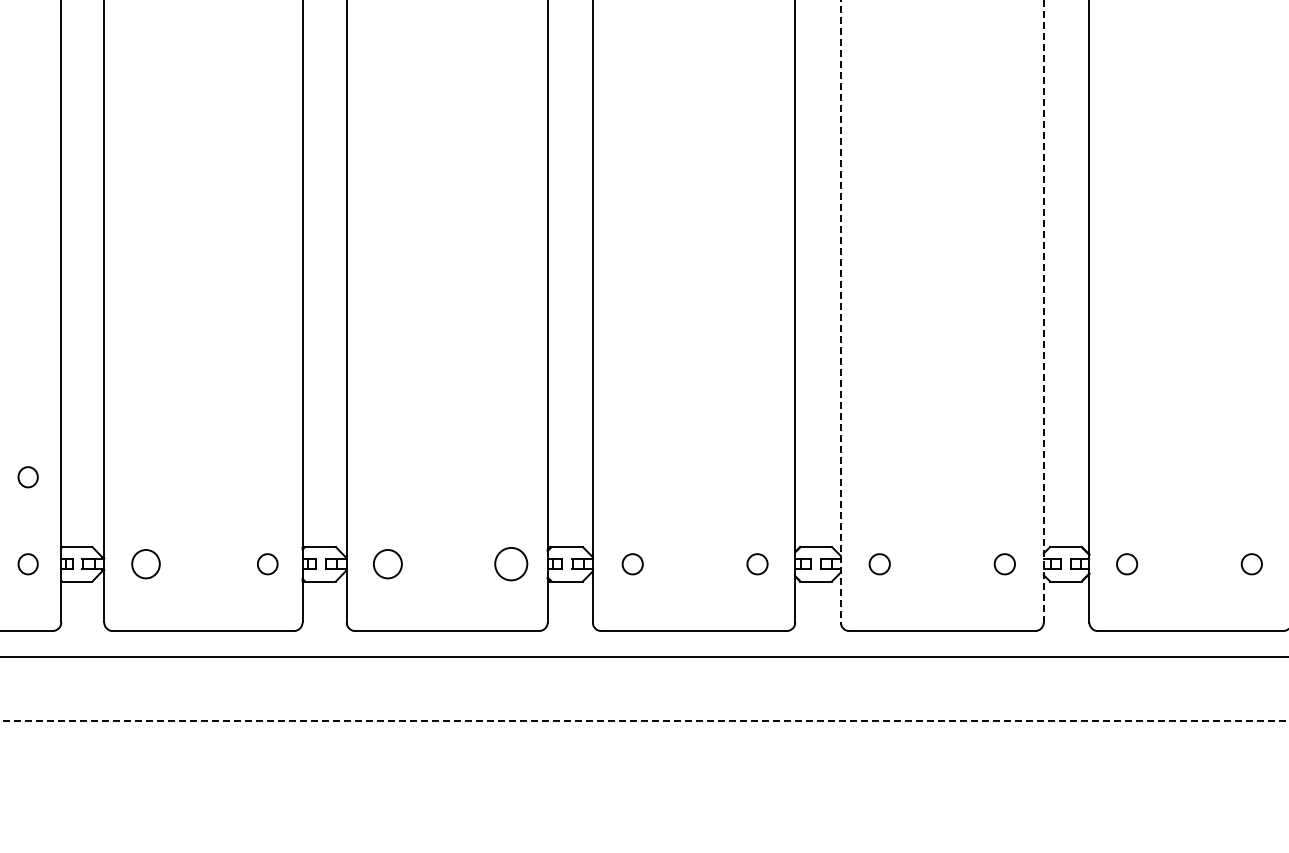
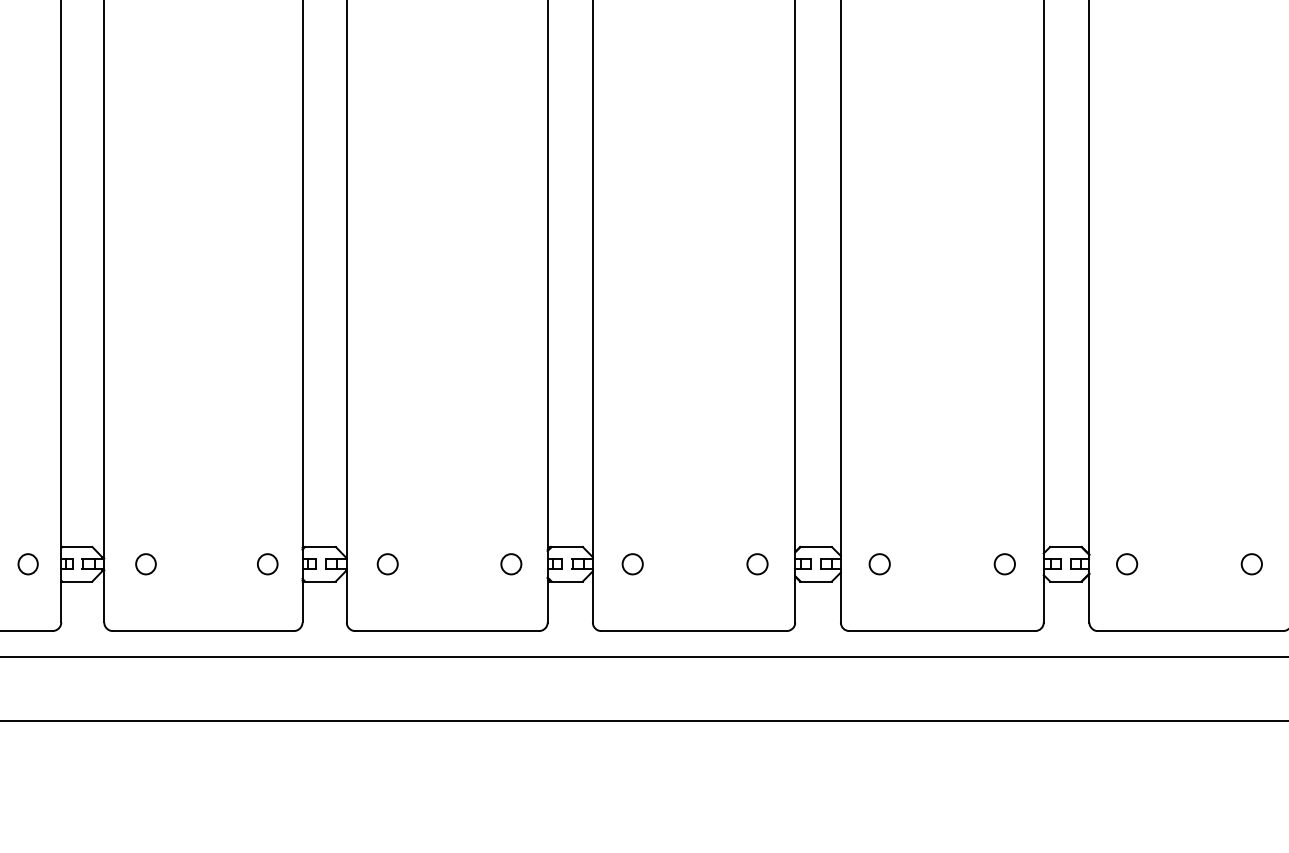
line at (840, 311): dashed -> solid
line at (1043, 311): dashed -> solid
part at (27, 477): present -> none
part at (145, 564) size: 30x31 px -> 22x23 px
part at (387, 564) size: 30x31 px -> 23x23 px
part at (511, 564) size: 35x35 px -> 23x23 px
line at (644, 720): dashed -> solid
